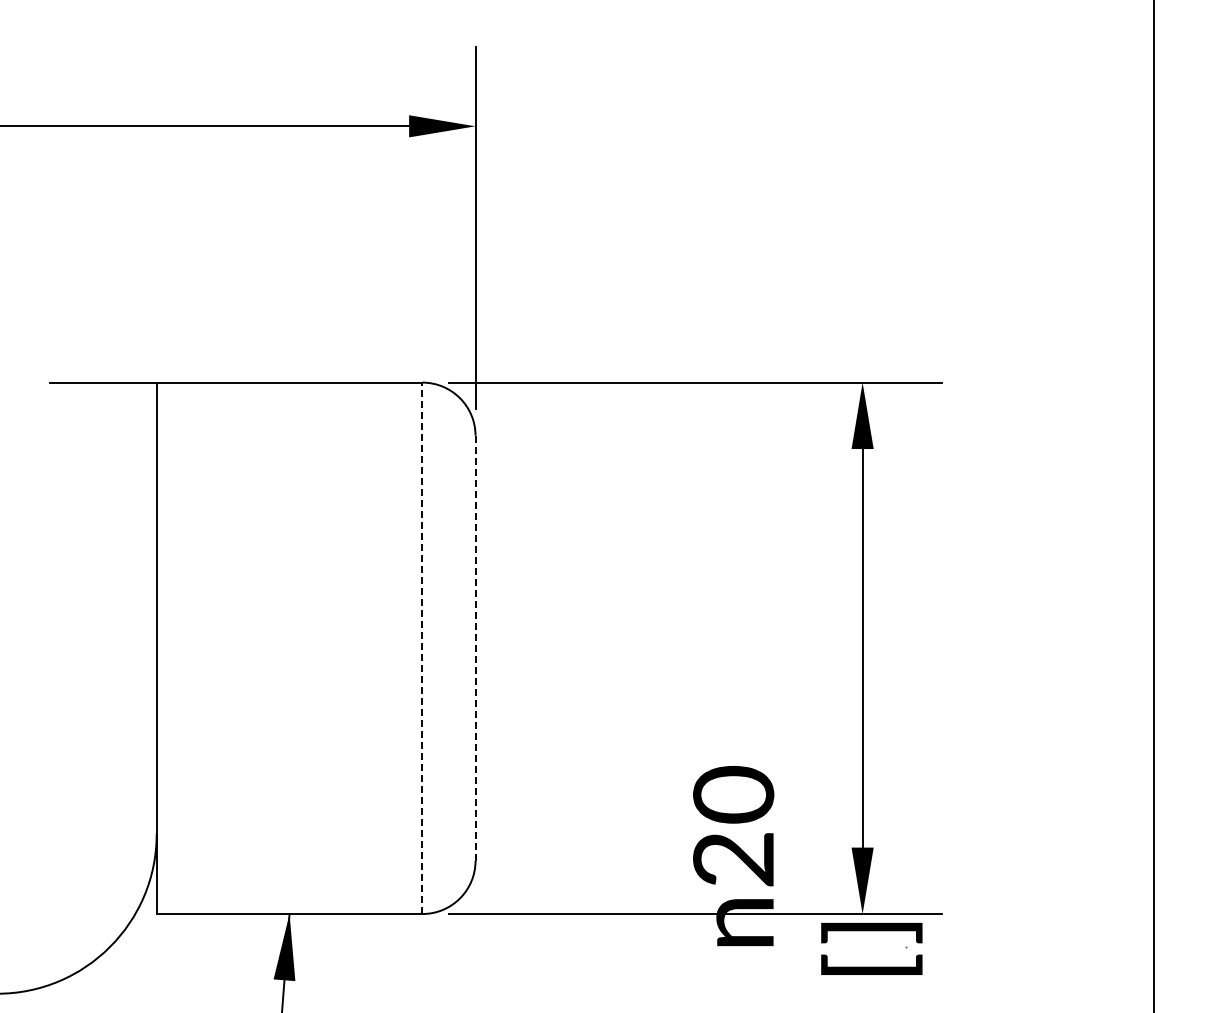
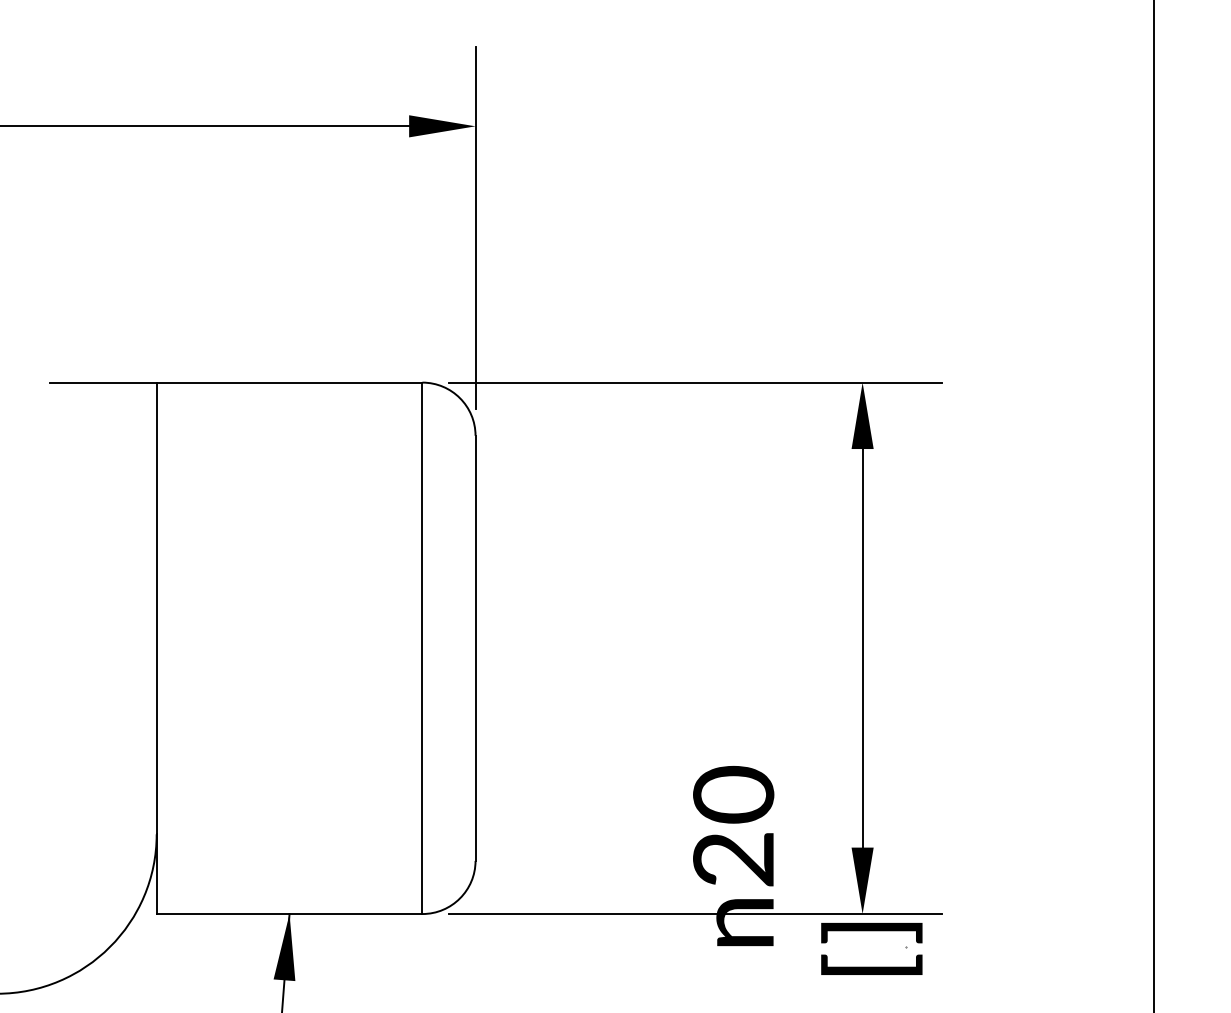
line at (422, 648): dashed -> solid
line at (475, 648): dashed -> solid
